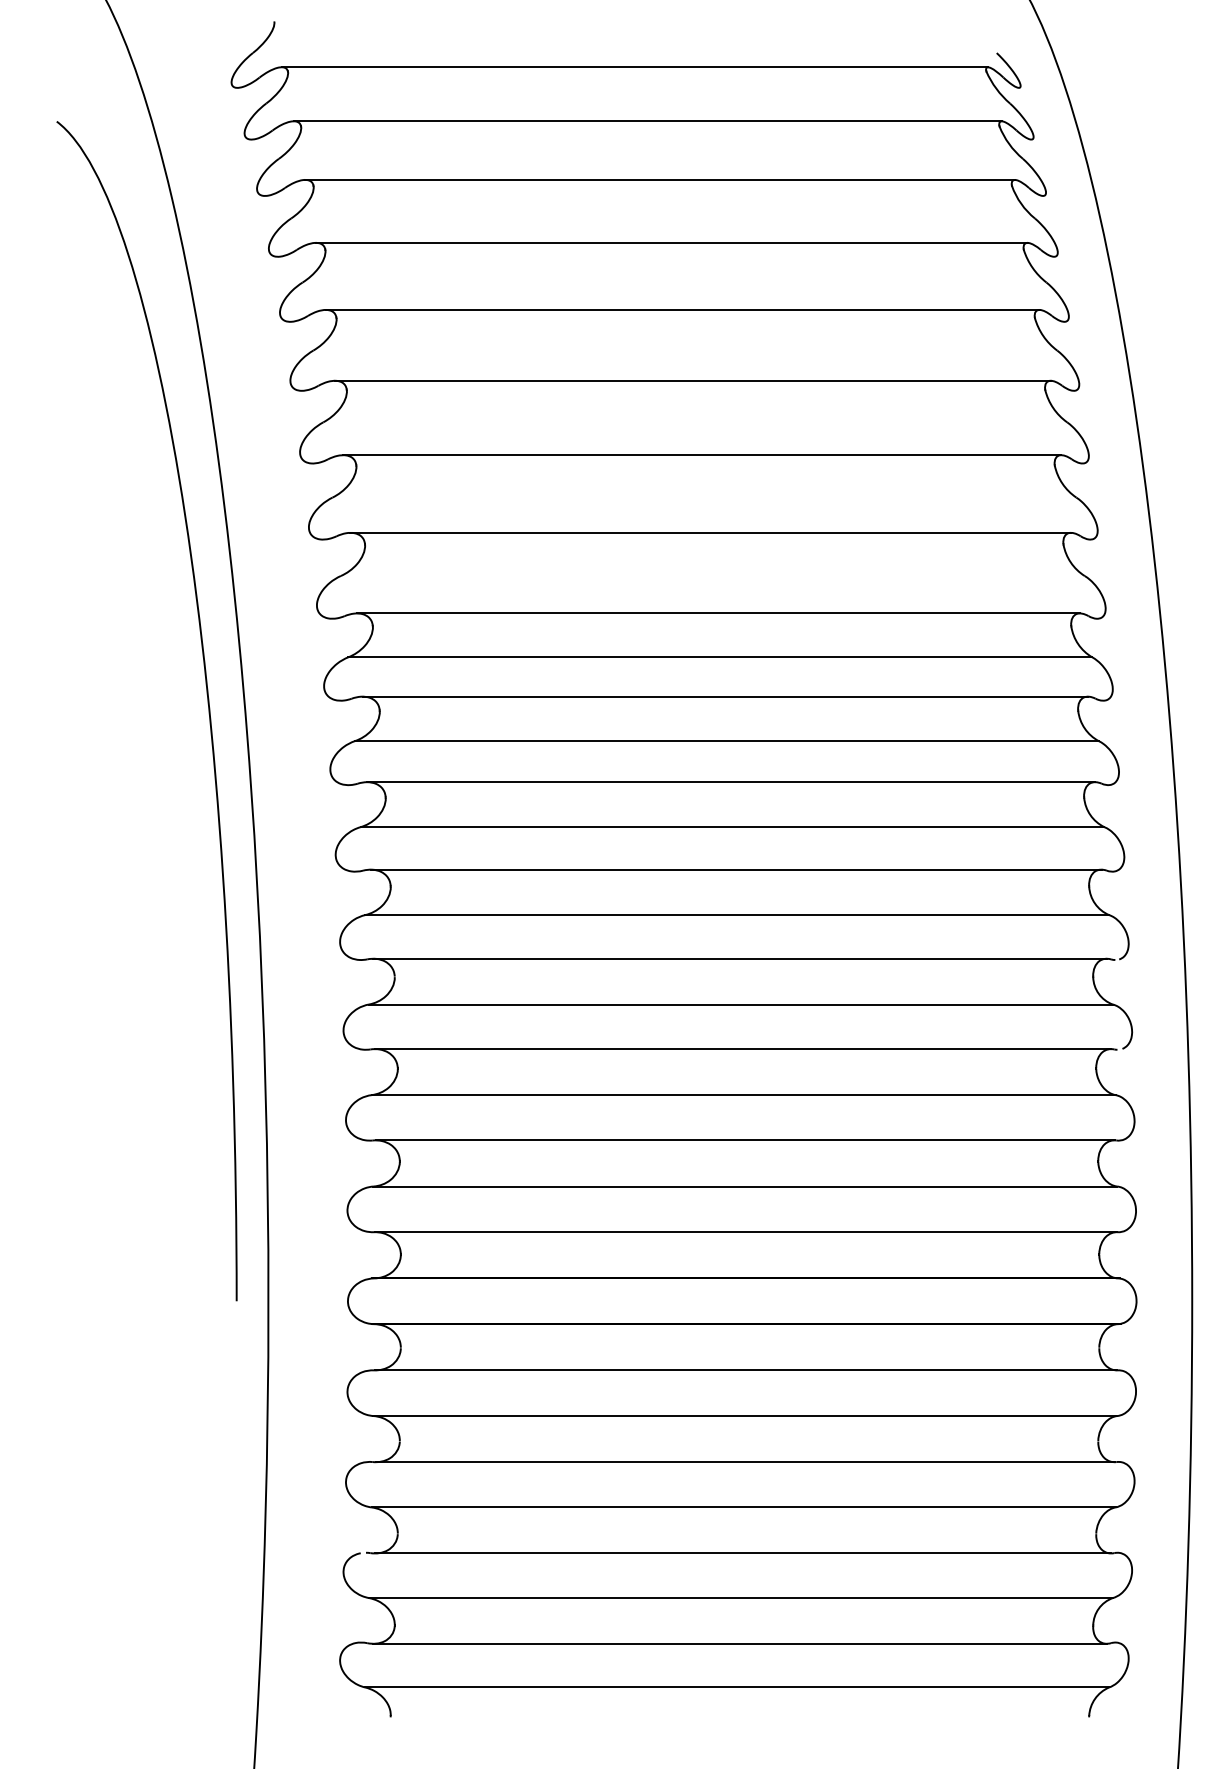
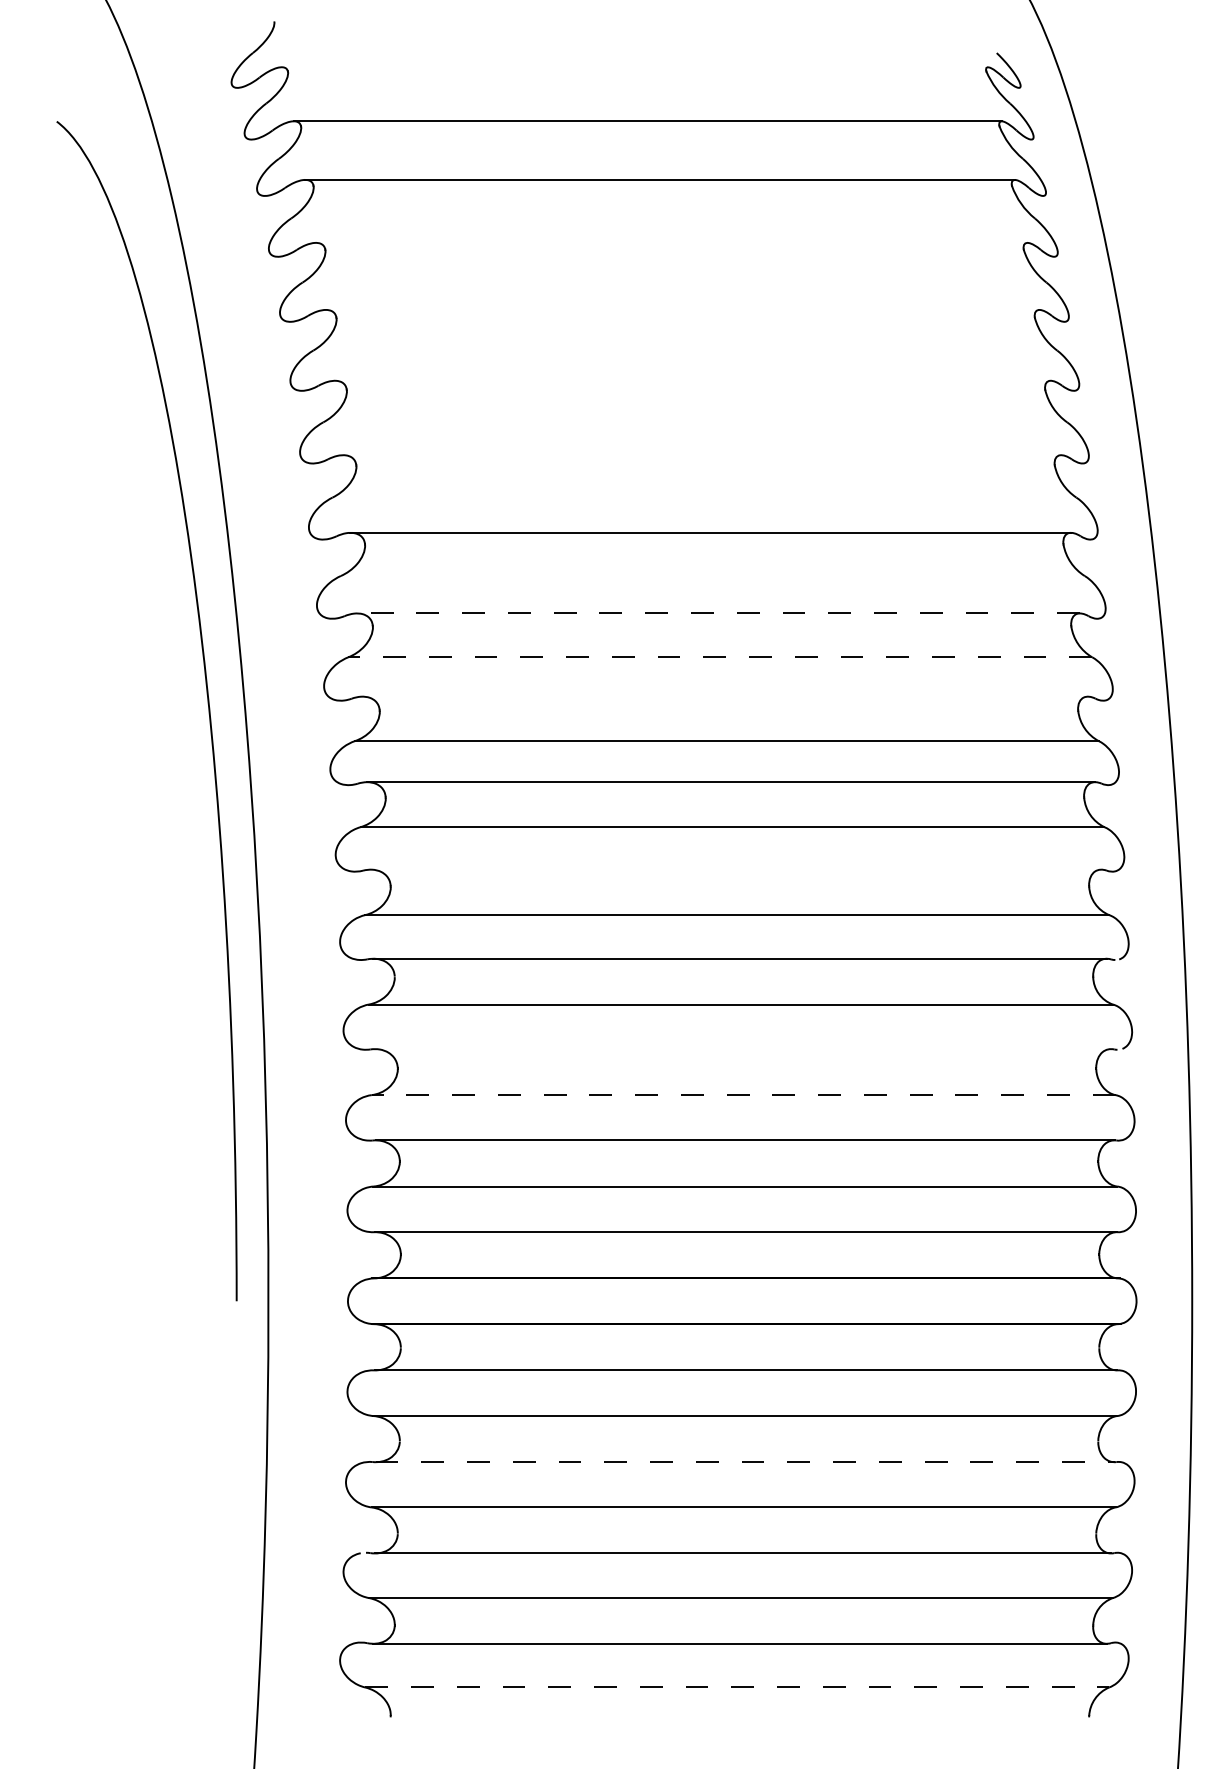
line at (634, 67): present -> none
line at (671, 242): present -> none
line at (682, 309): present -> none
line at (692, 380): present -> none
line at (702, 455): present -> none
line at (717, 613): solid -> dashed
line at (720, 657): solid -> dashed
line at (725, 696): present -> none
line at (735, 869): present -> none
line at (742, 1049): present -> none
line at (743, 1095): solid -> dashed
line at (745, 1462): solid -> dashed
line at (737, 1687): solid -> dashed
